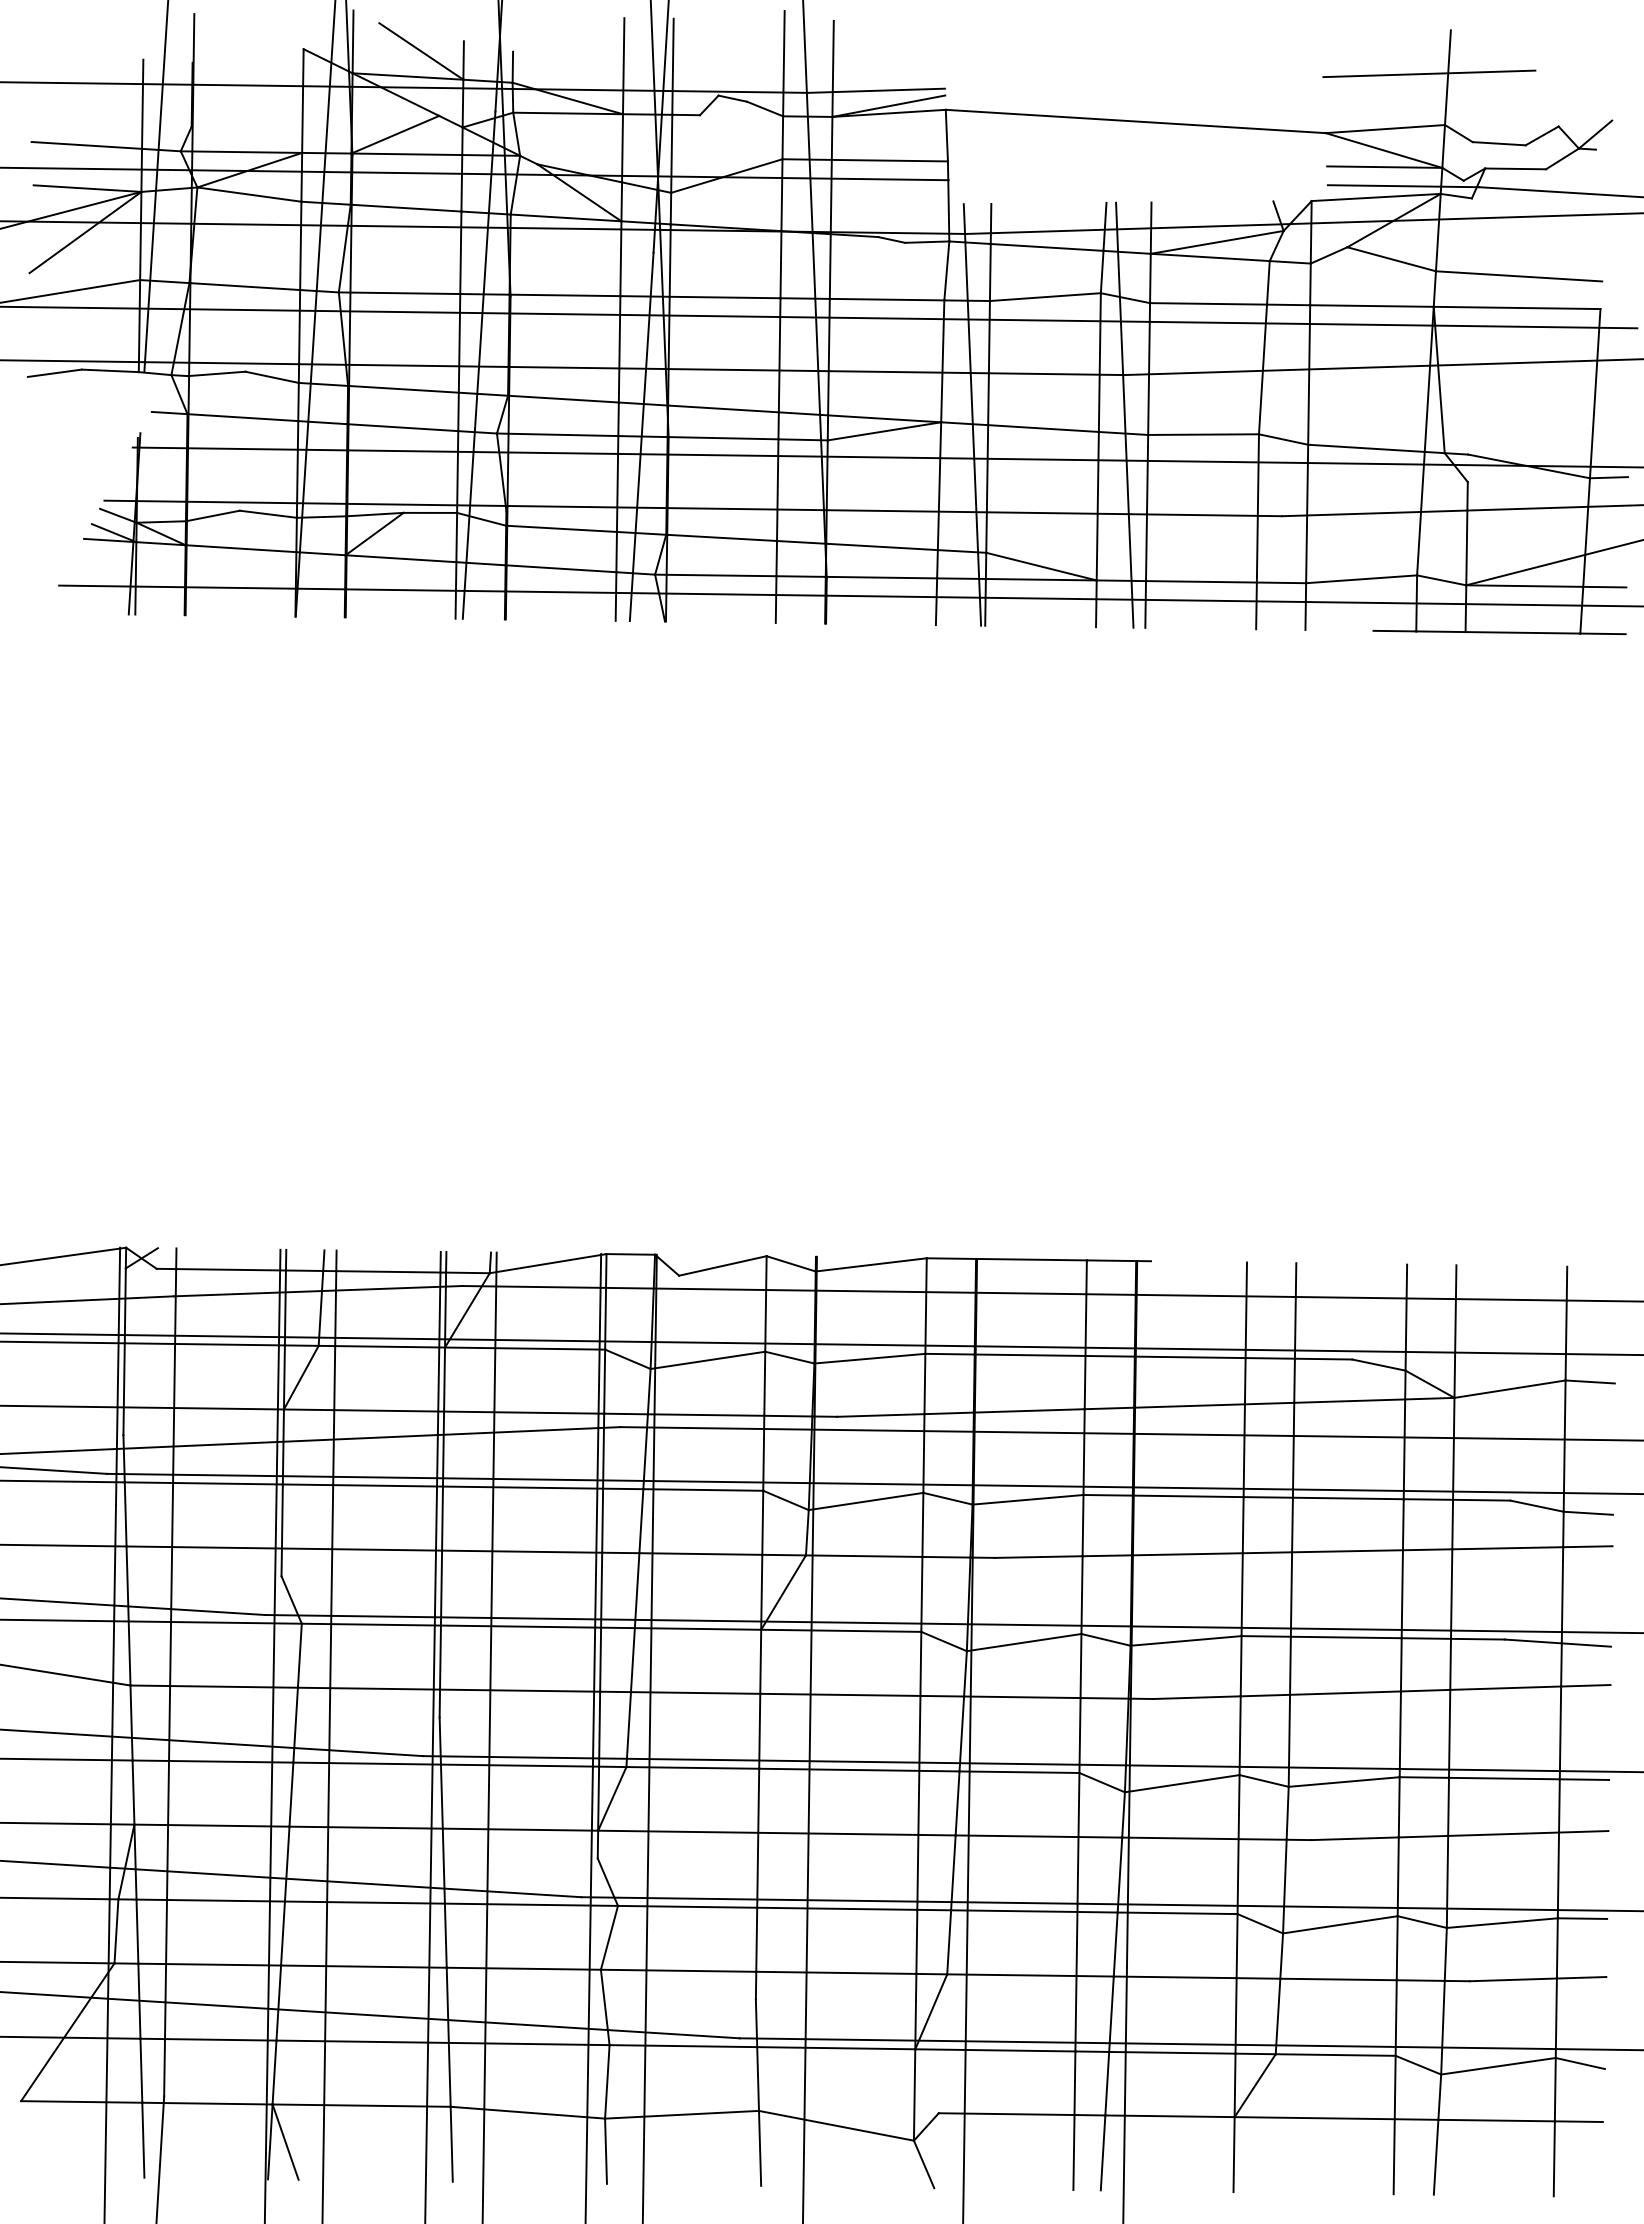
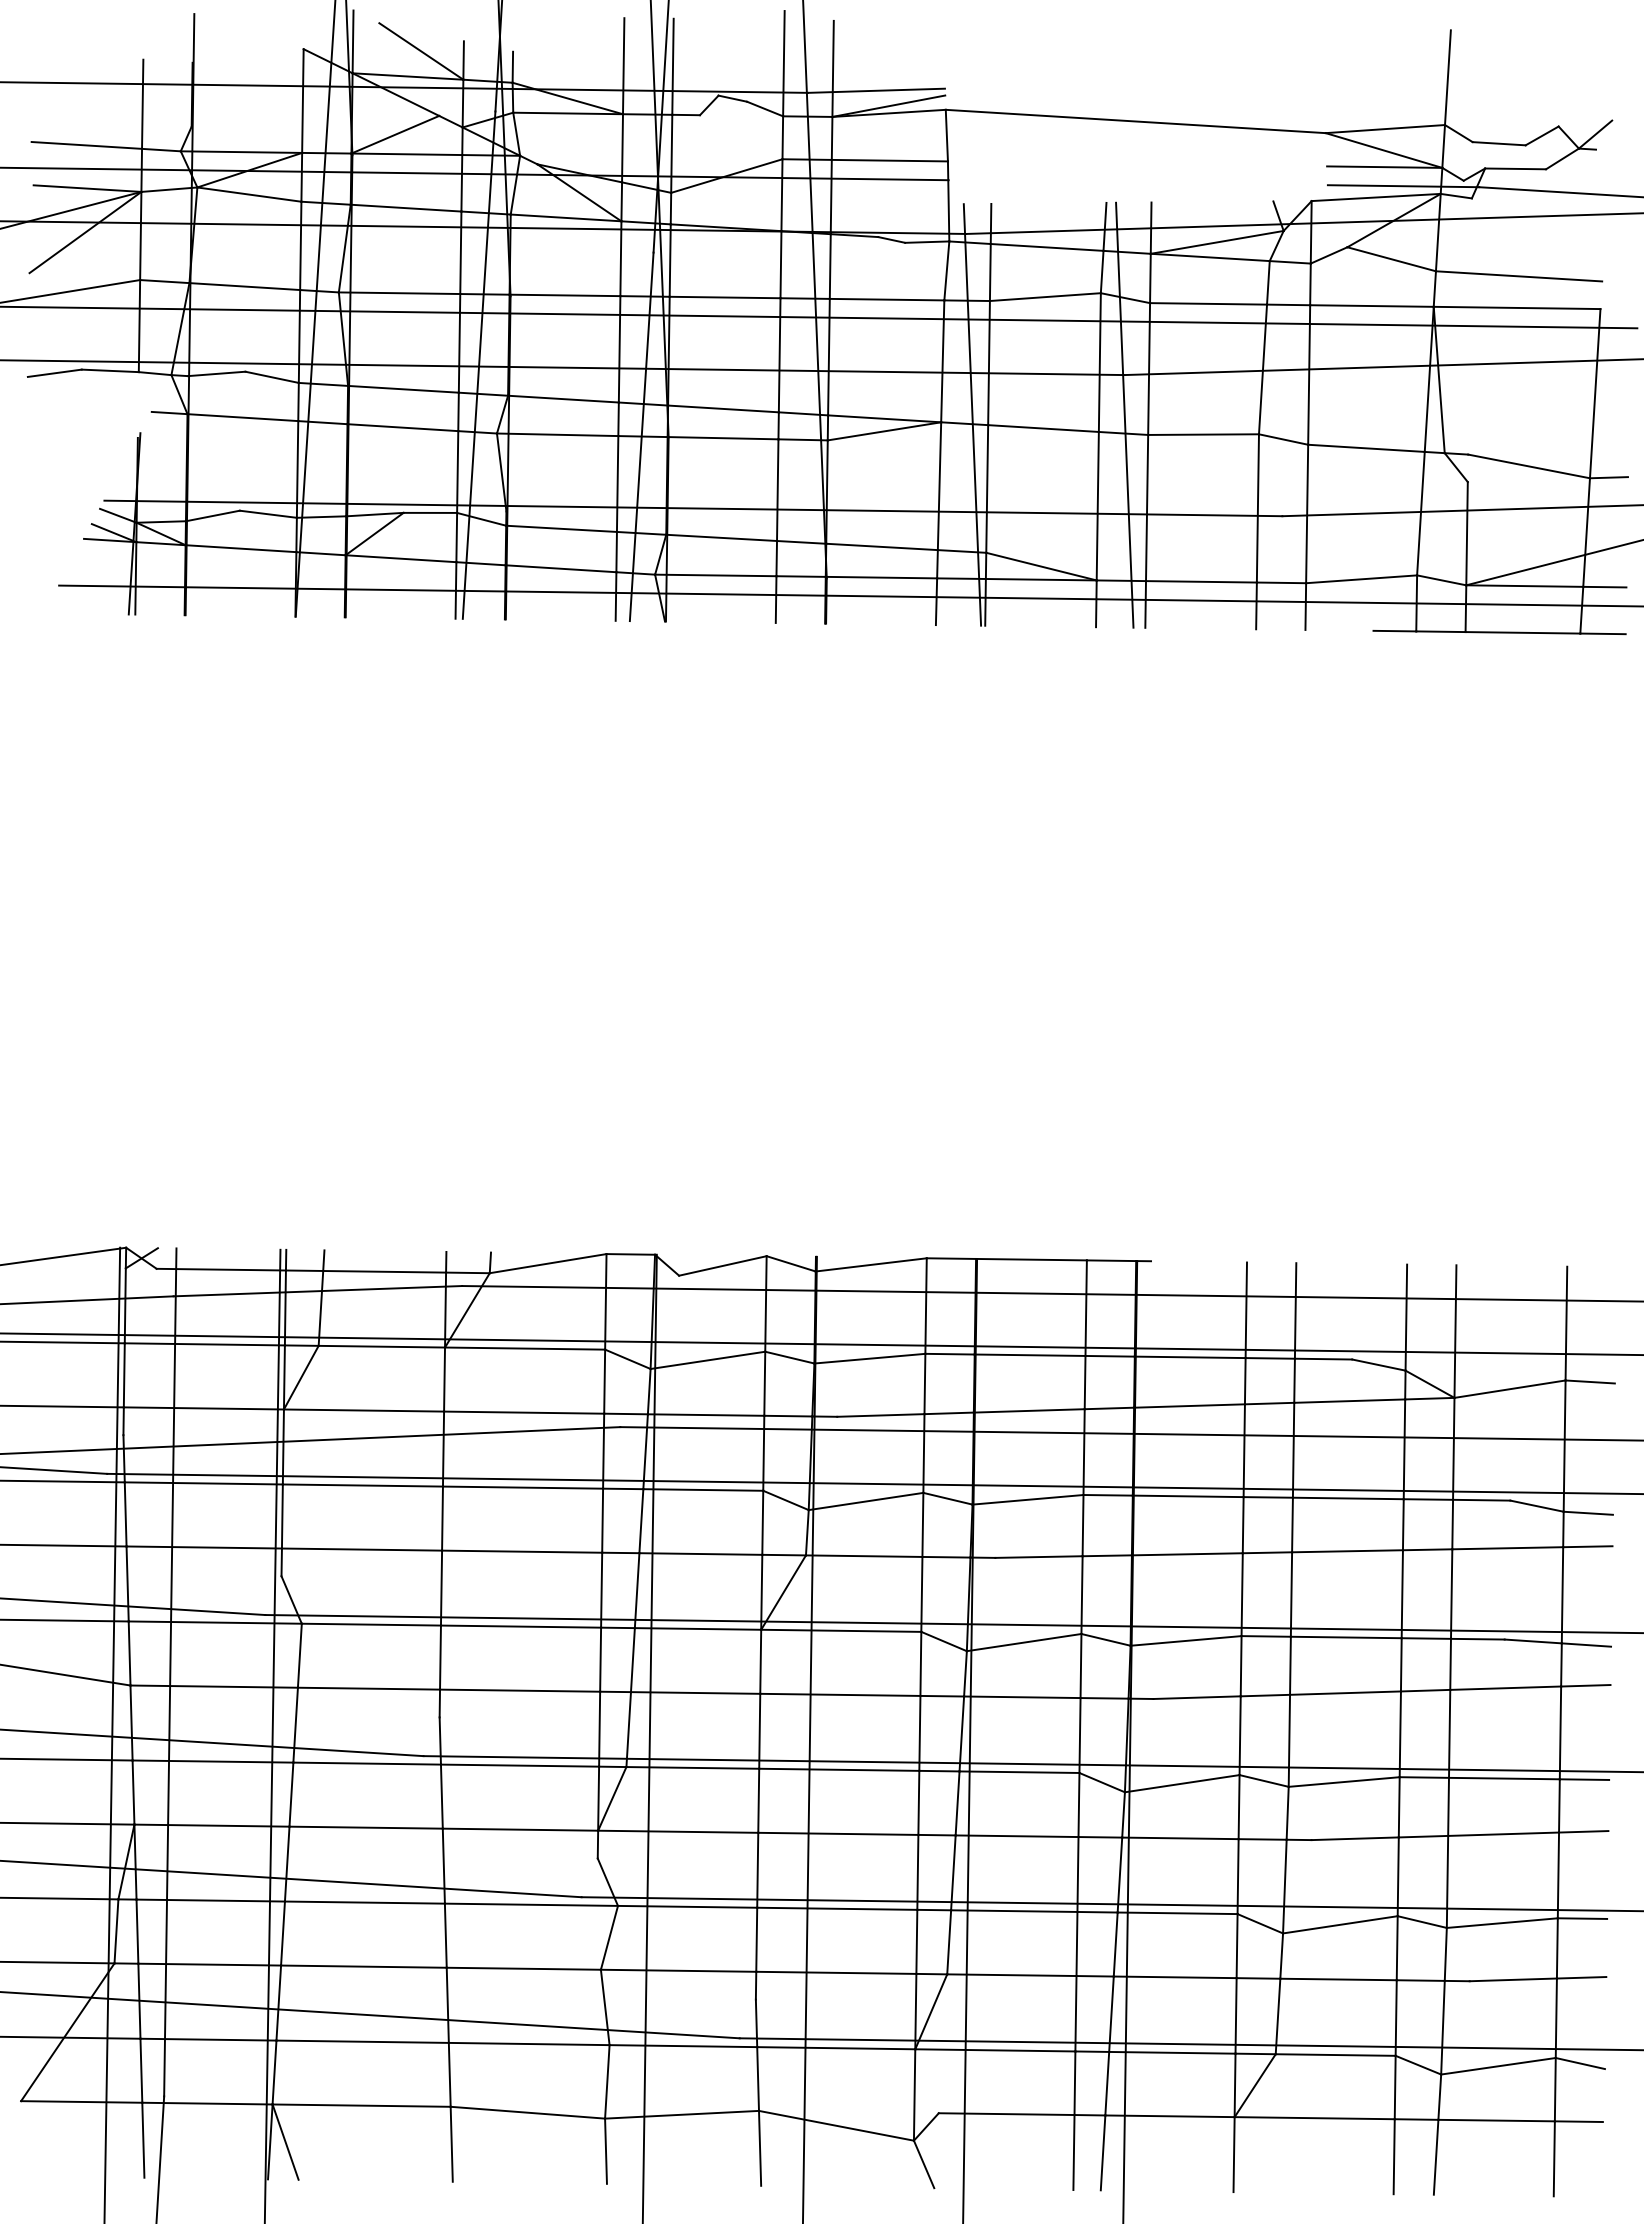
line at (1429, 73): present -> none
line at (156, 186): present -> none
line at (886, 457): present -> none
line at (329, 1735): present -> none
line at (432, 1735): present -> none
line at (489, 1736): present -> none
line at (593, 1737): present -> none
